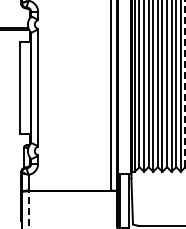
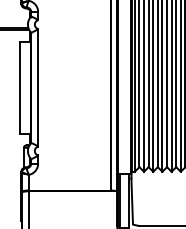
line at (185, 83): dashed -> solid
line at (28, 210): dashed -> solid
